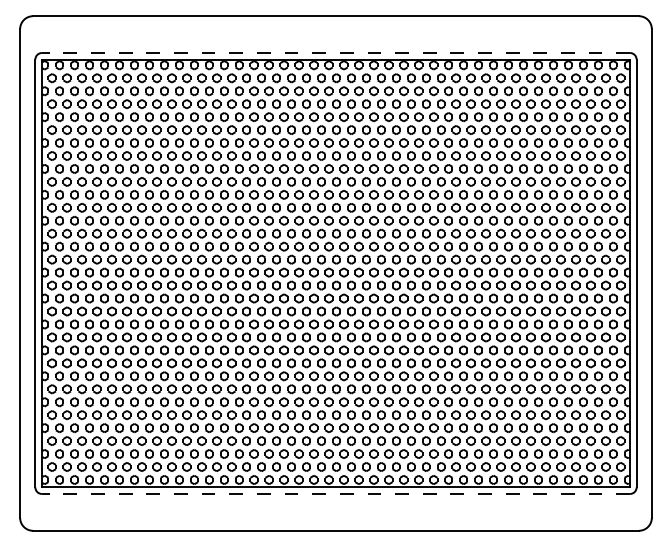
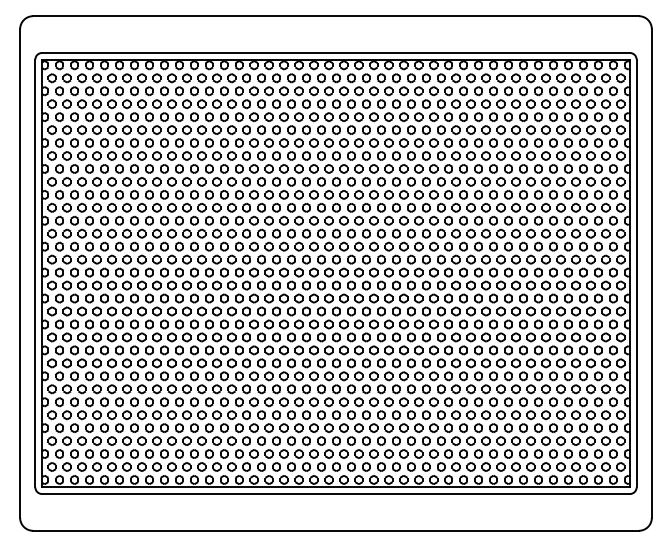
line at (335, 53): dashed -> solid
line at (335, 493): dashed -> solid
